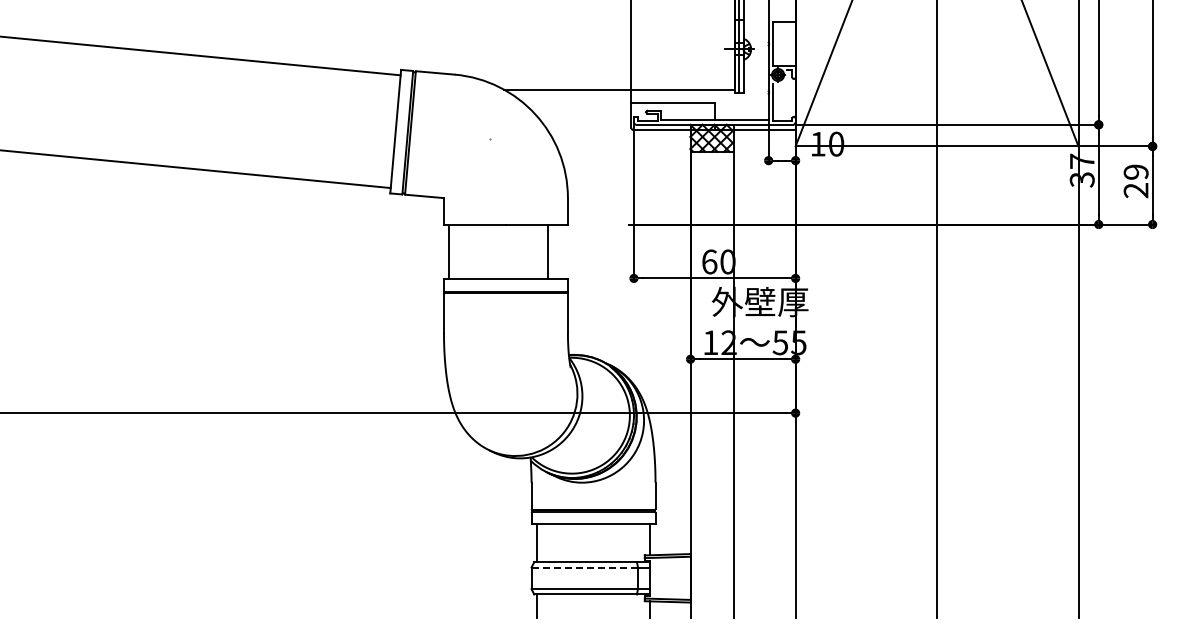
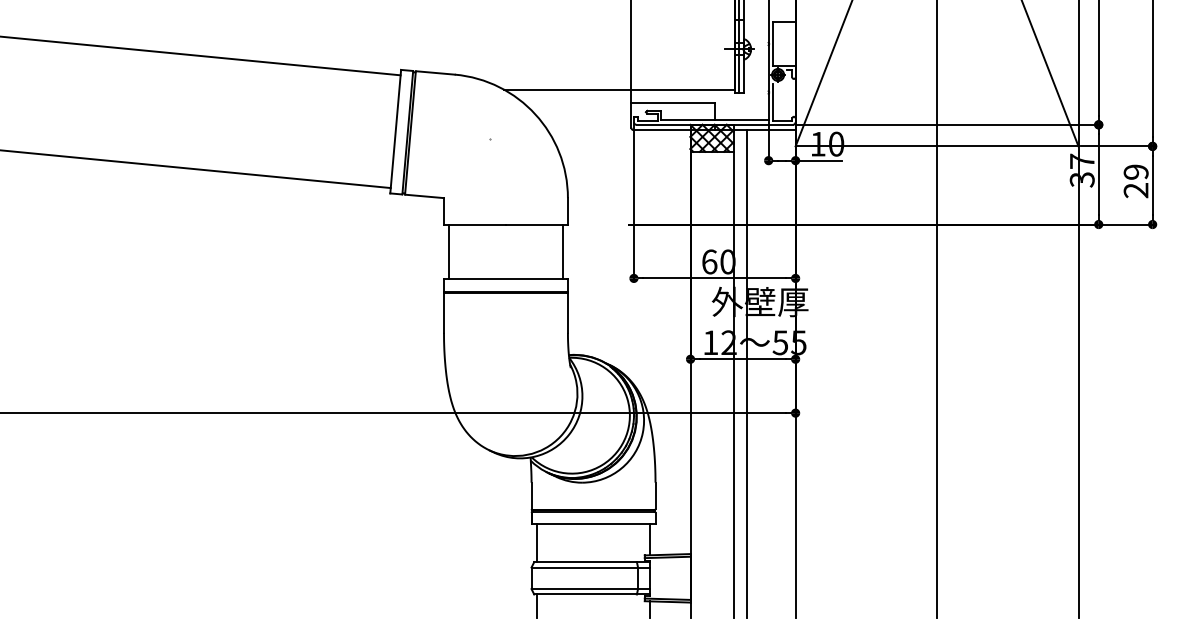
line at (818, 160): none -> present
line at (547, 251) position: (547, 251) -> (562, 251)
line at (747, 373): none -> present
line at (584, 567): dashed -> solid
